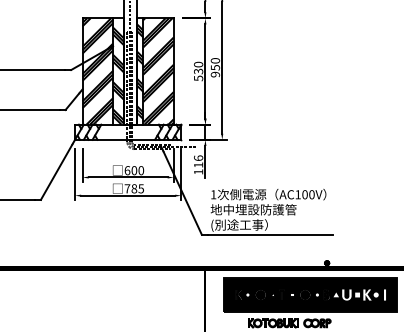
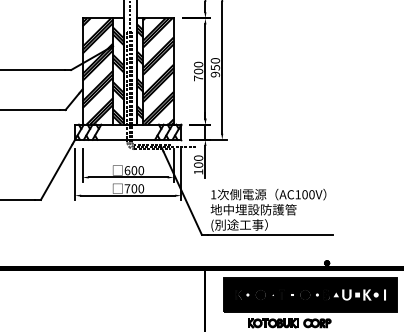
text at (198, 74): 530 -> 700
text at (198, 161): 116 -> 100
text at (137, 188): 785 -> 700
